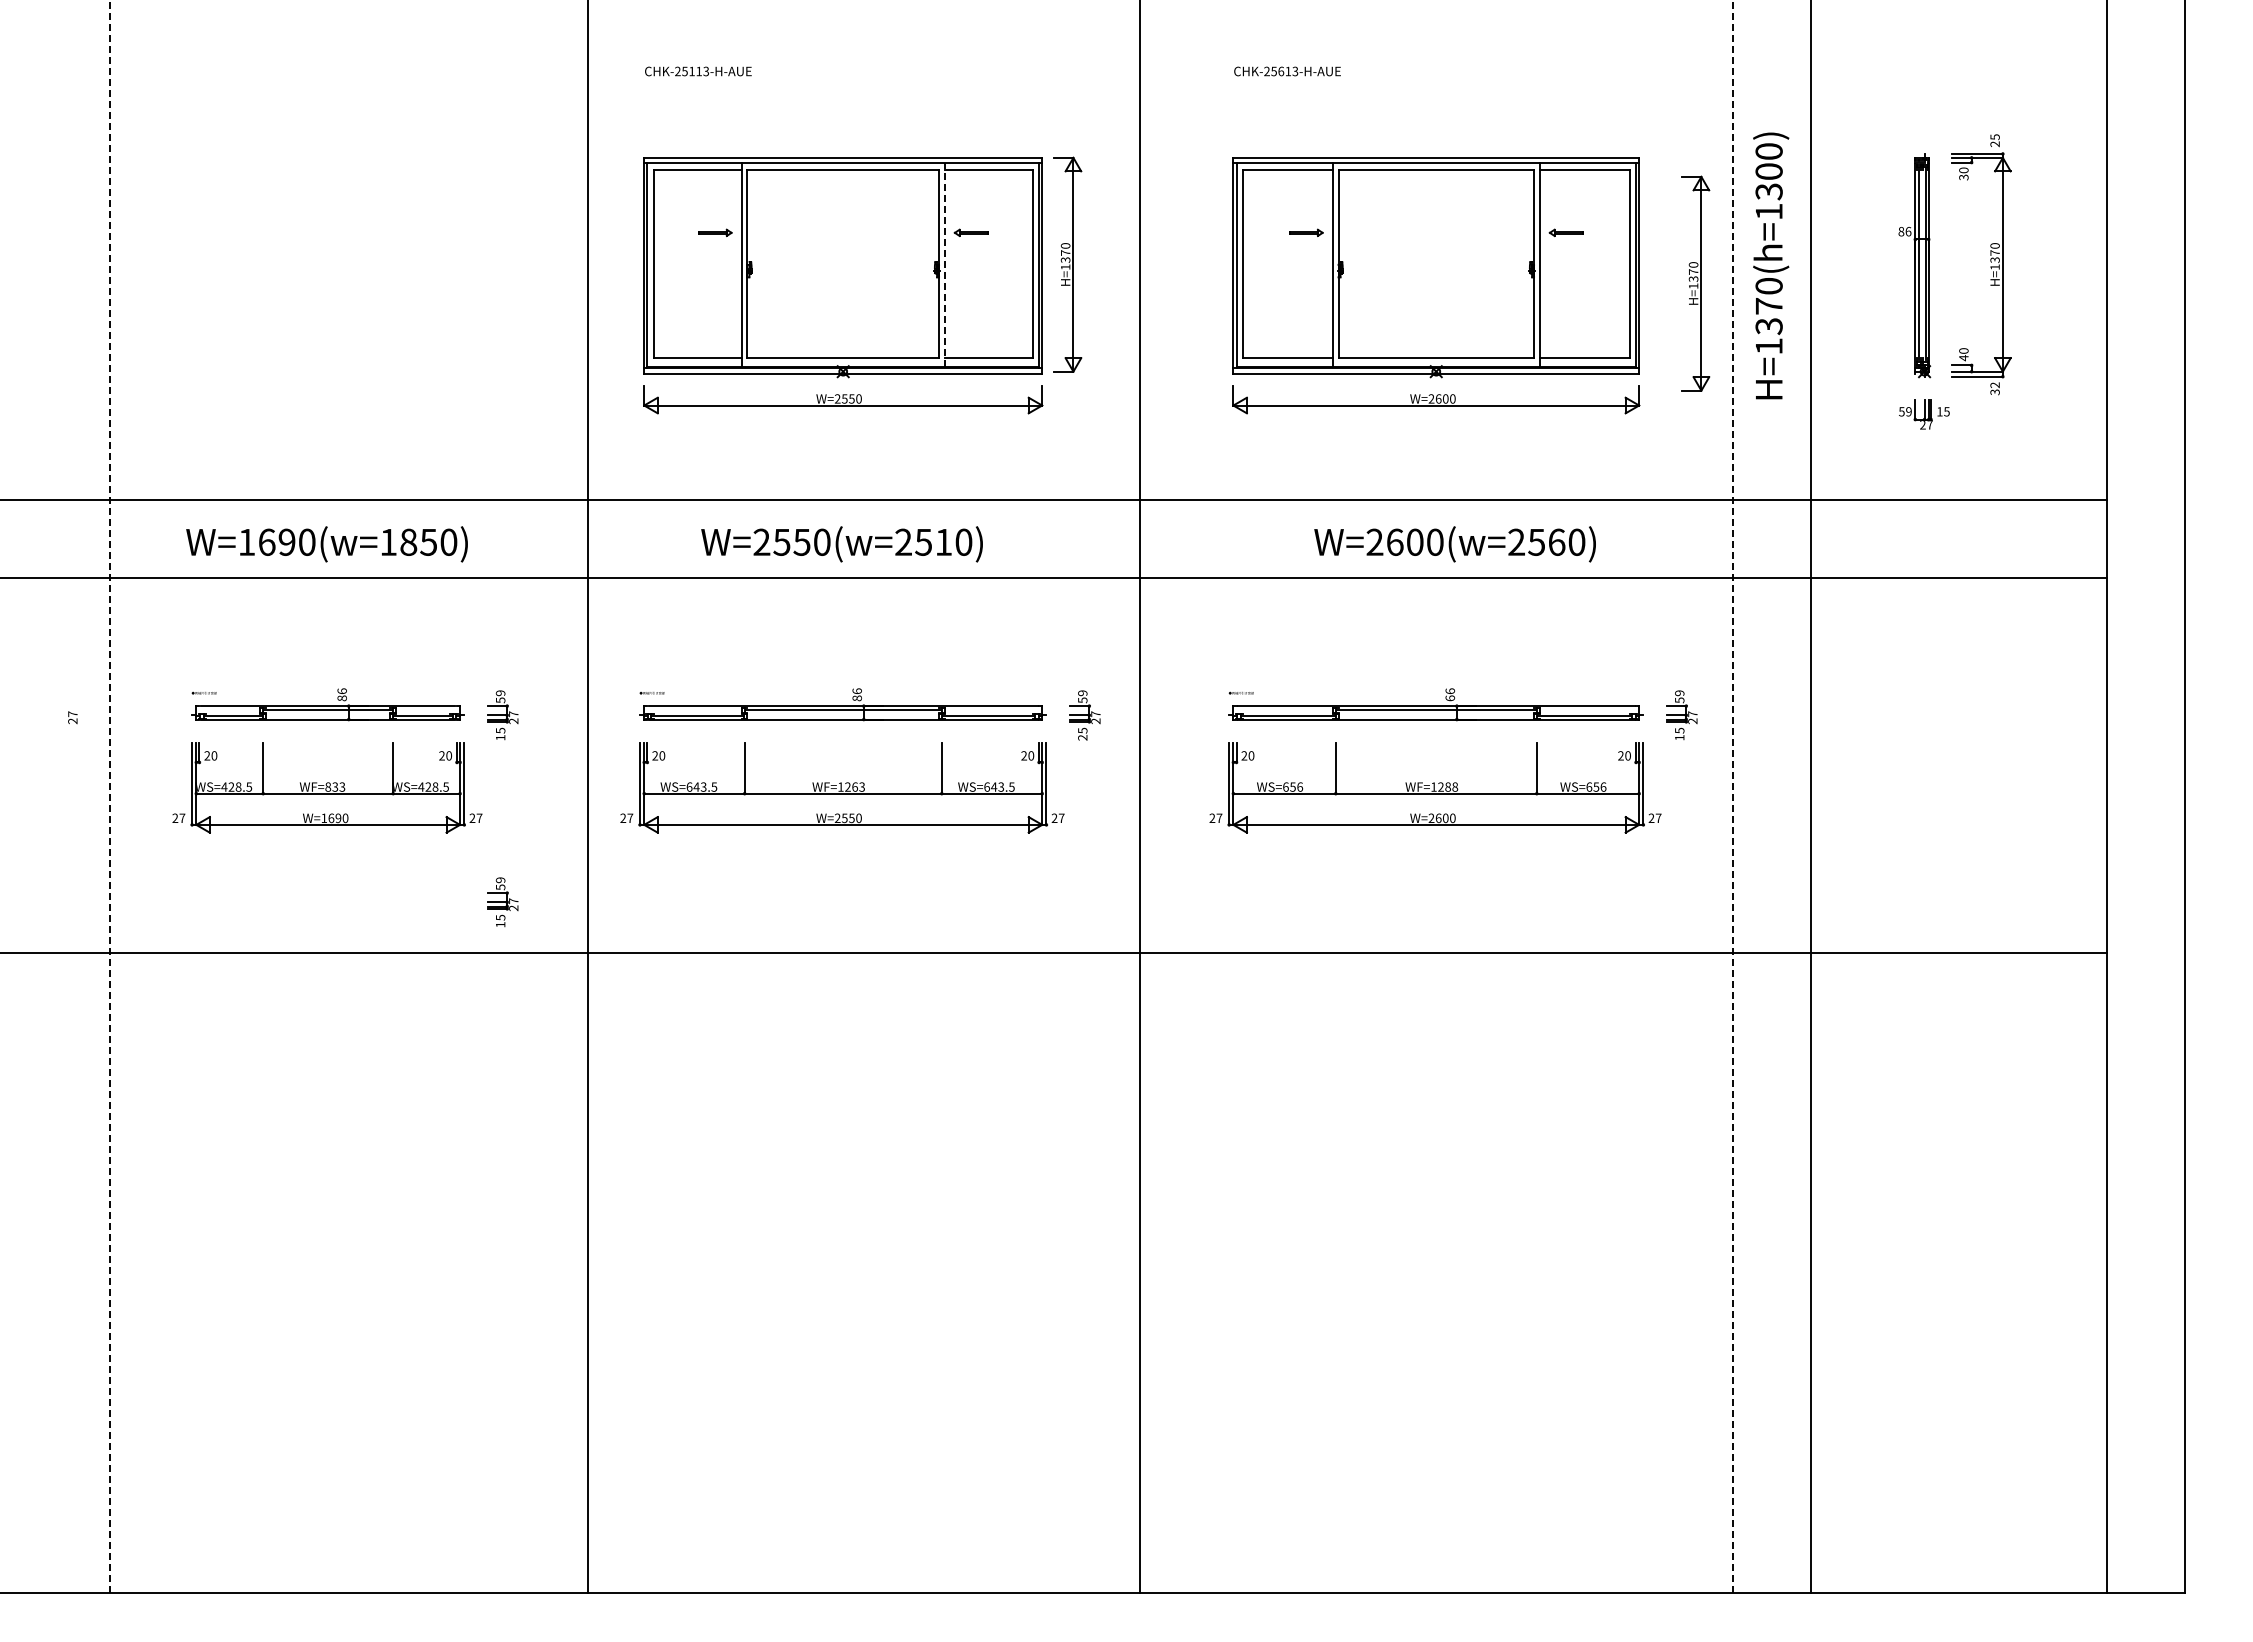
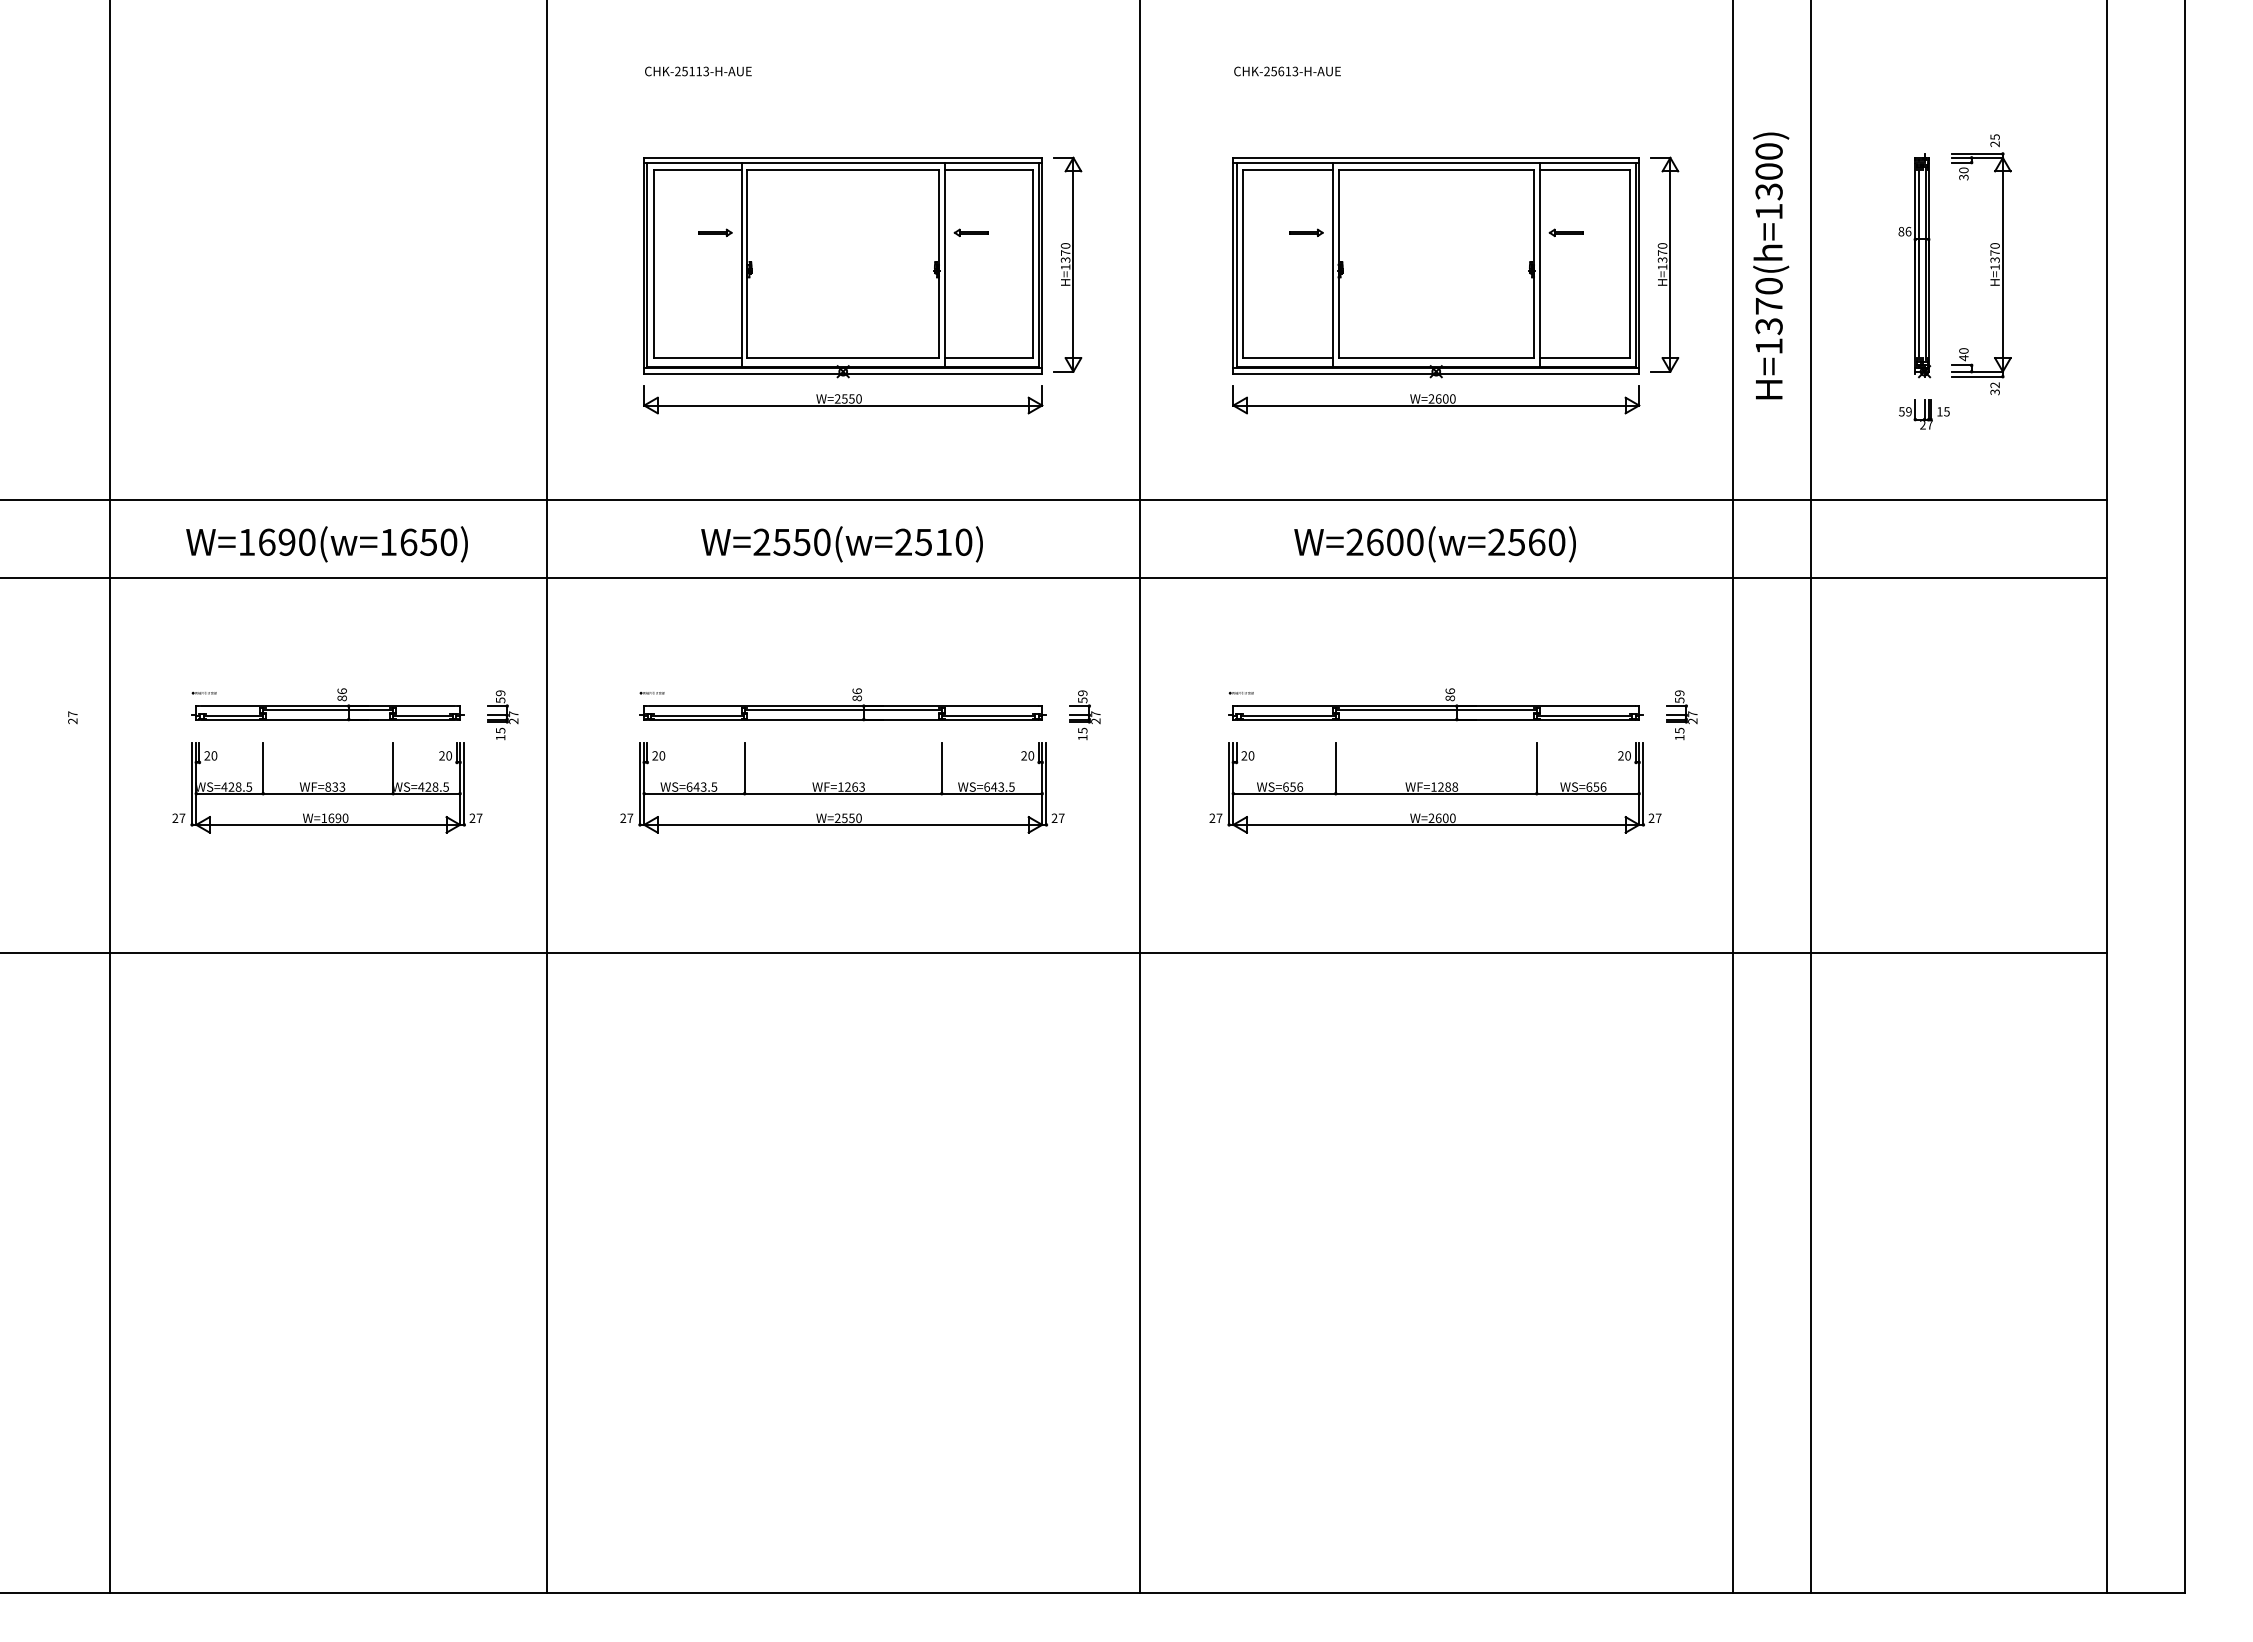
line at (944, 264): dashed -> solid
part at (1695, 283) position: (1695, 283) -> (1664, 264)
text at (408, 541): W=1690(w=1850) -> W=1690(w=1650)
text at (1454, 544) position: (1454, 544) -> (1434, 544)
text at (1449, 698): 66 -> 86
text at (1082, 737): 25 -> 15
line at (109, 795): dashed -> solid
line at (1732, 795): dashed -> solid
line at (587, 797) position: (587, 797) -> (546, 797)
part at (502, 902): present -> none
